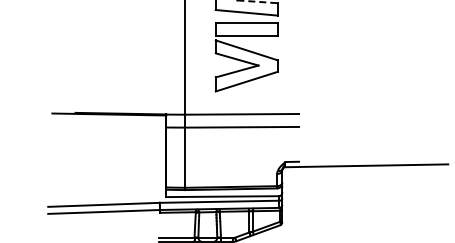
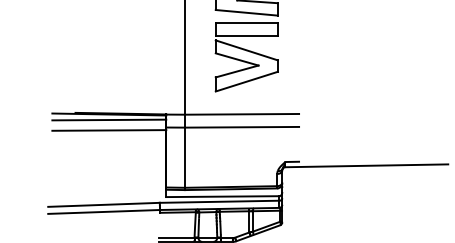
line at (258, 1): dashed -> solid
line at (109, 119): none -> present
line at (109, 130): none -> present
